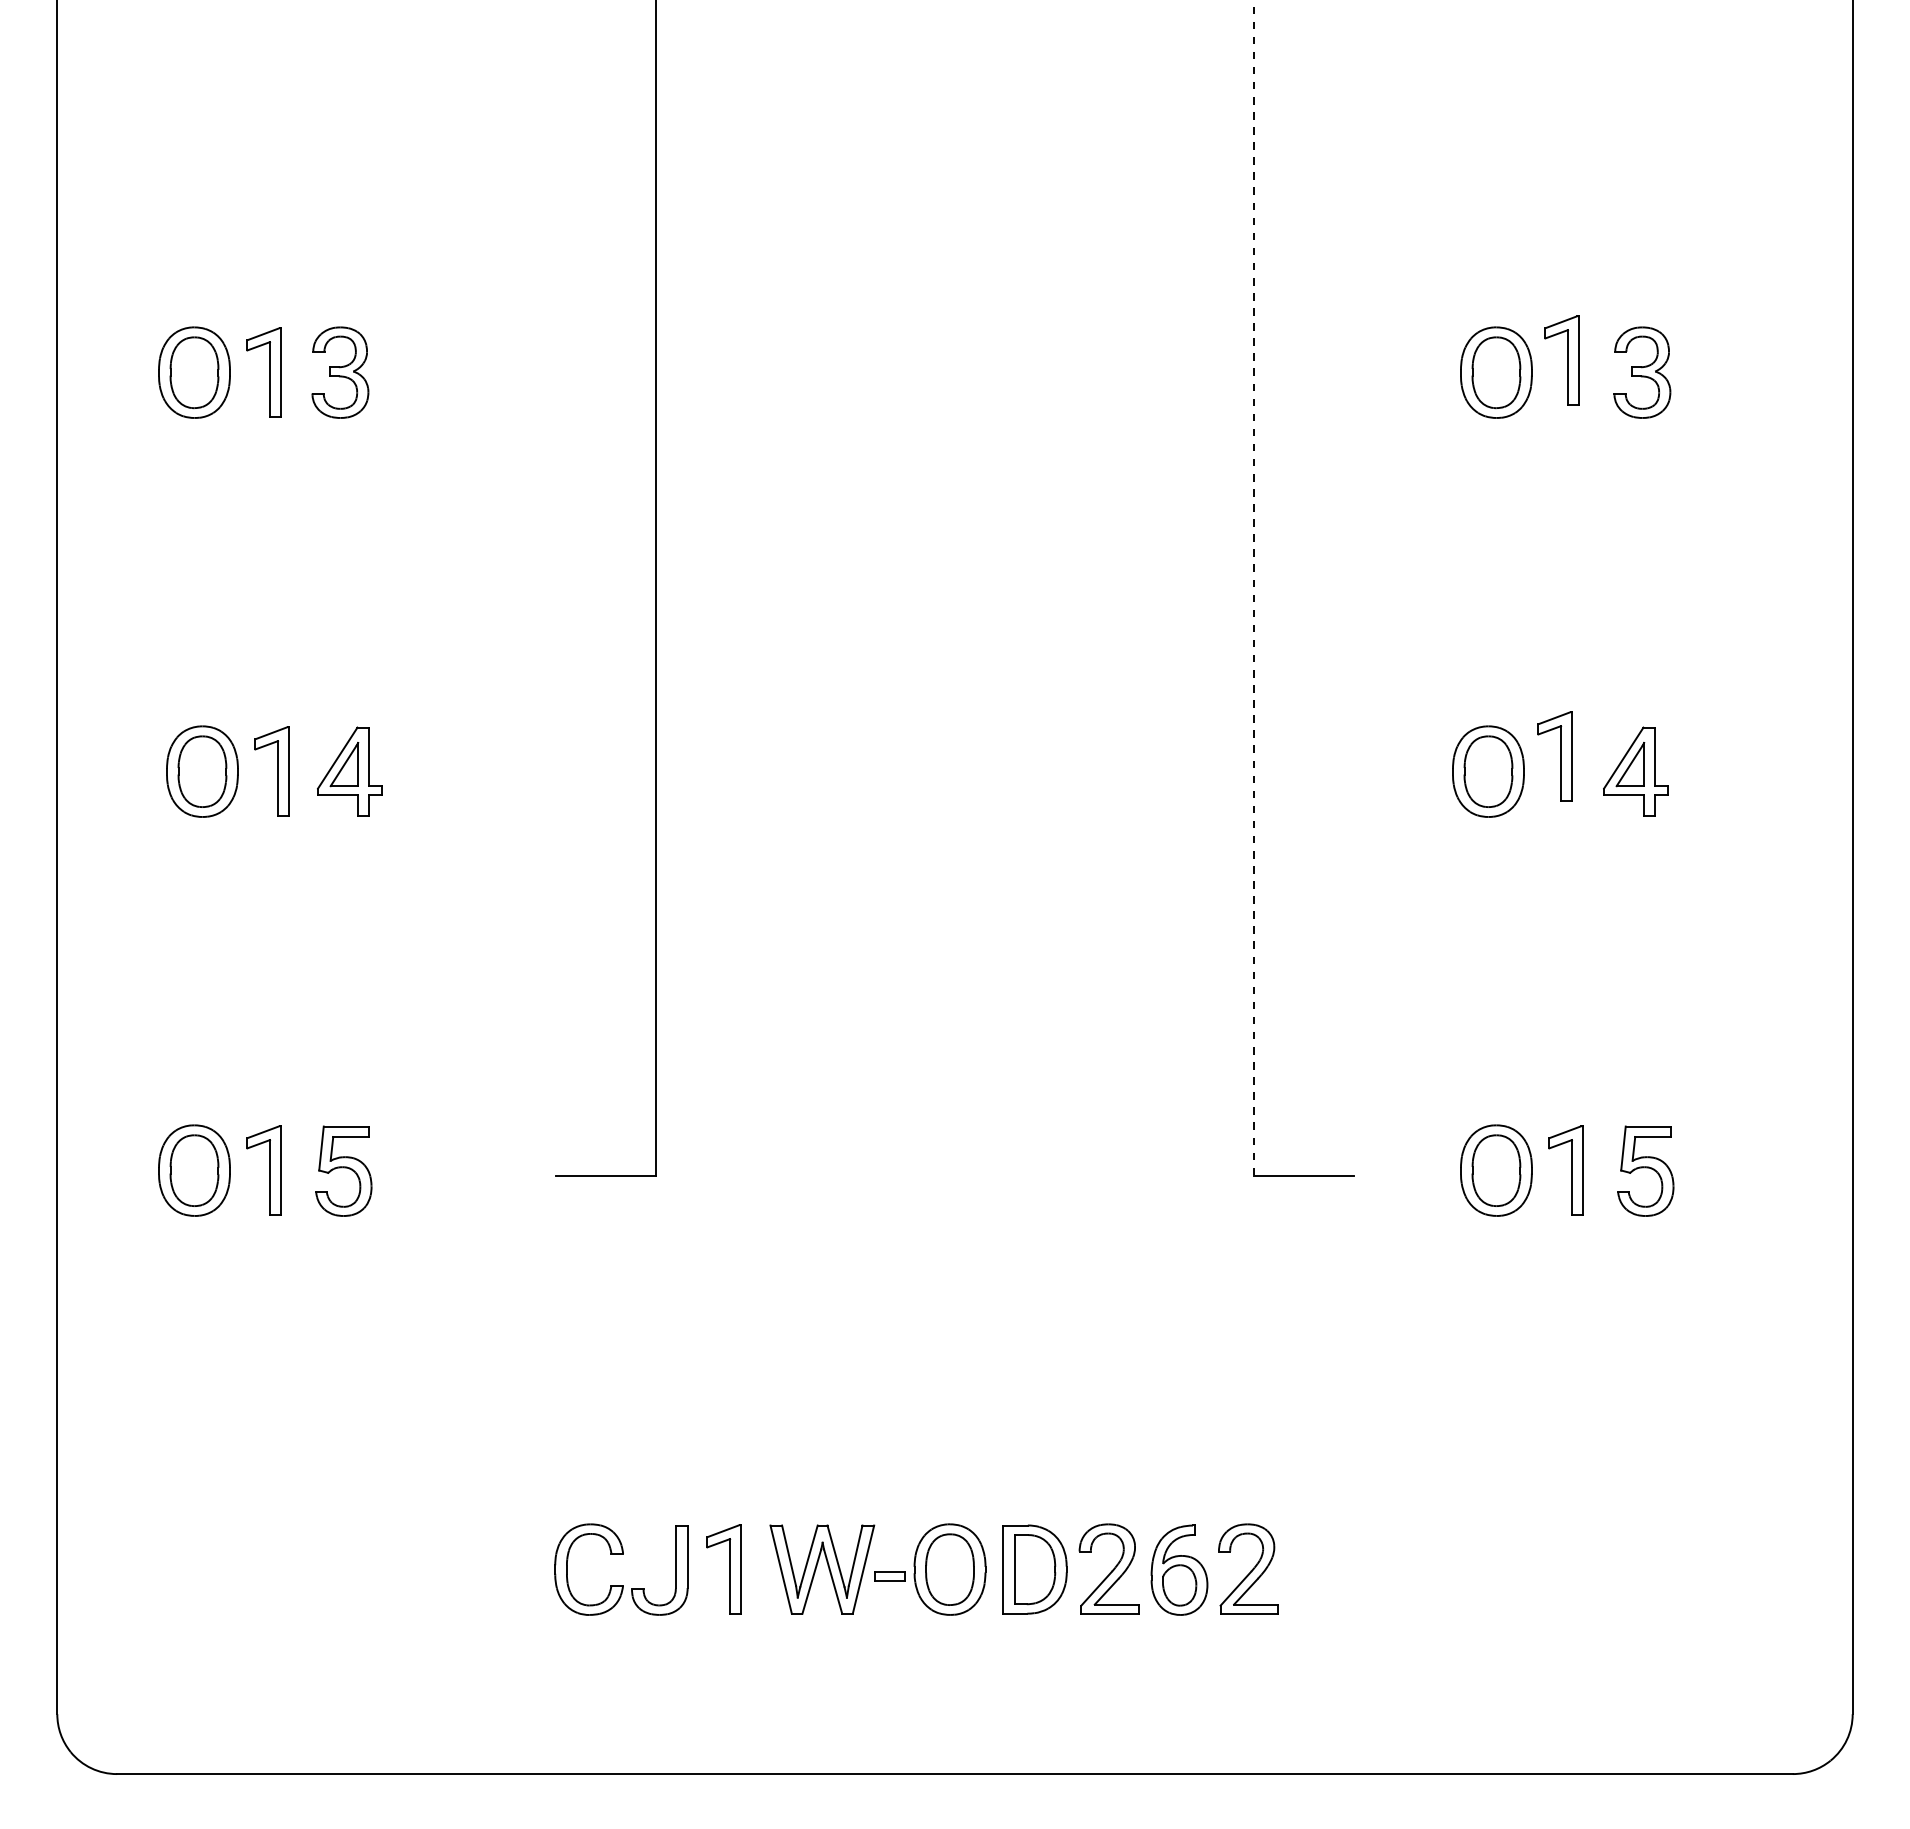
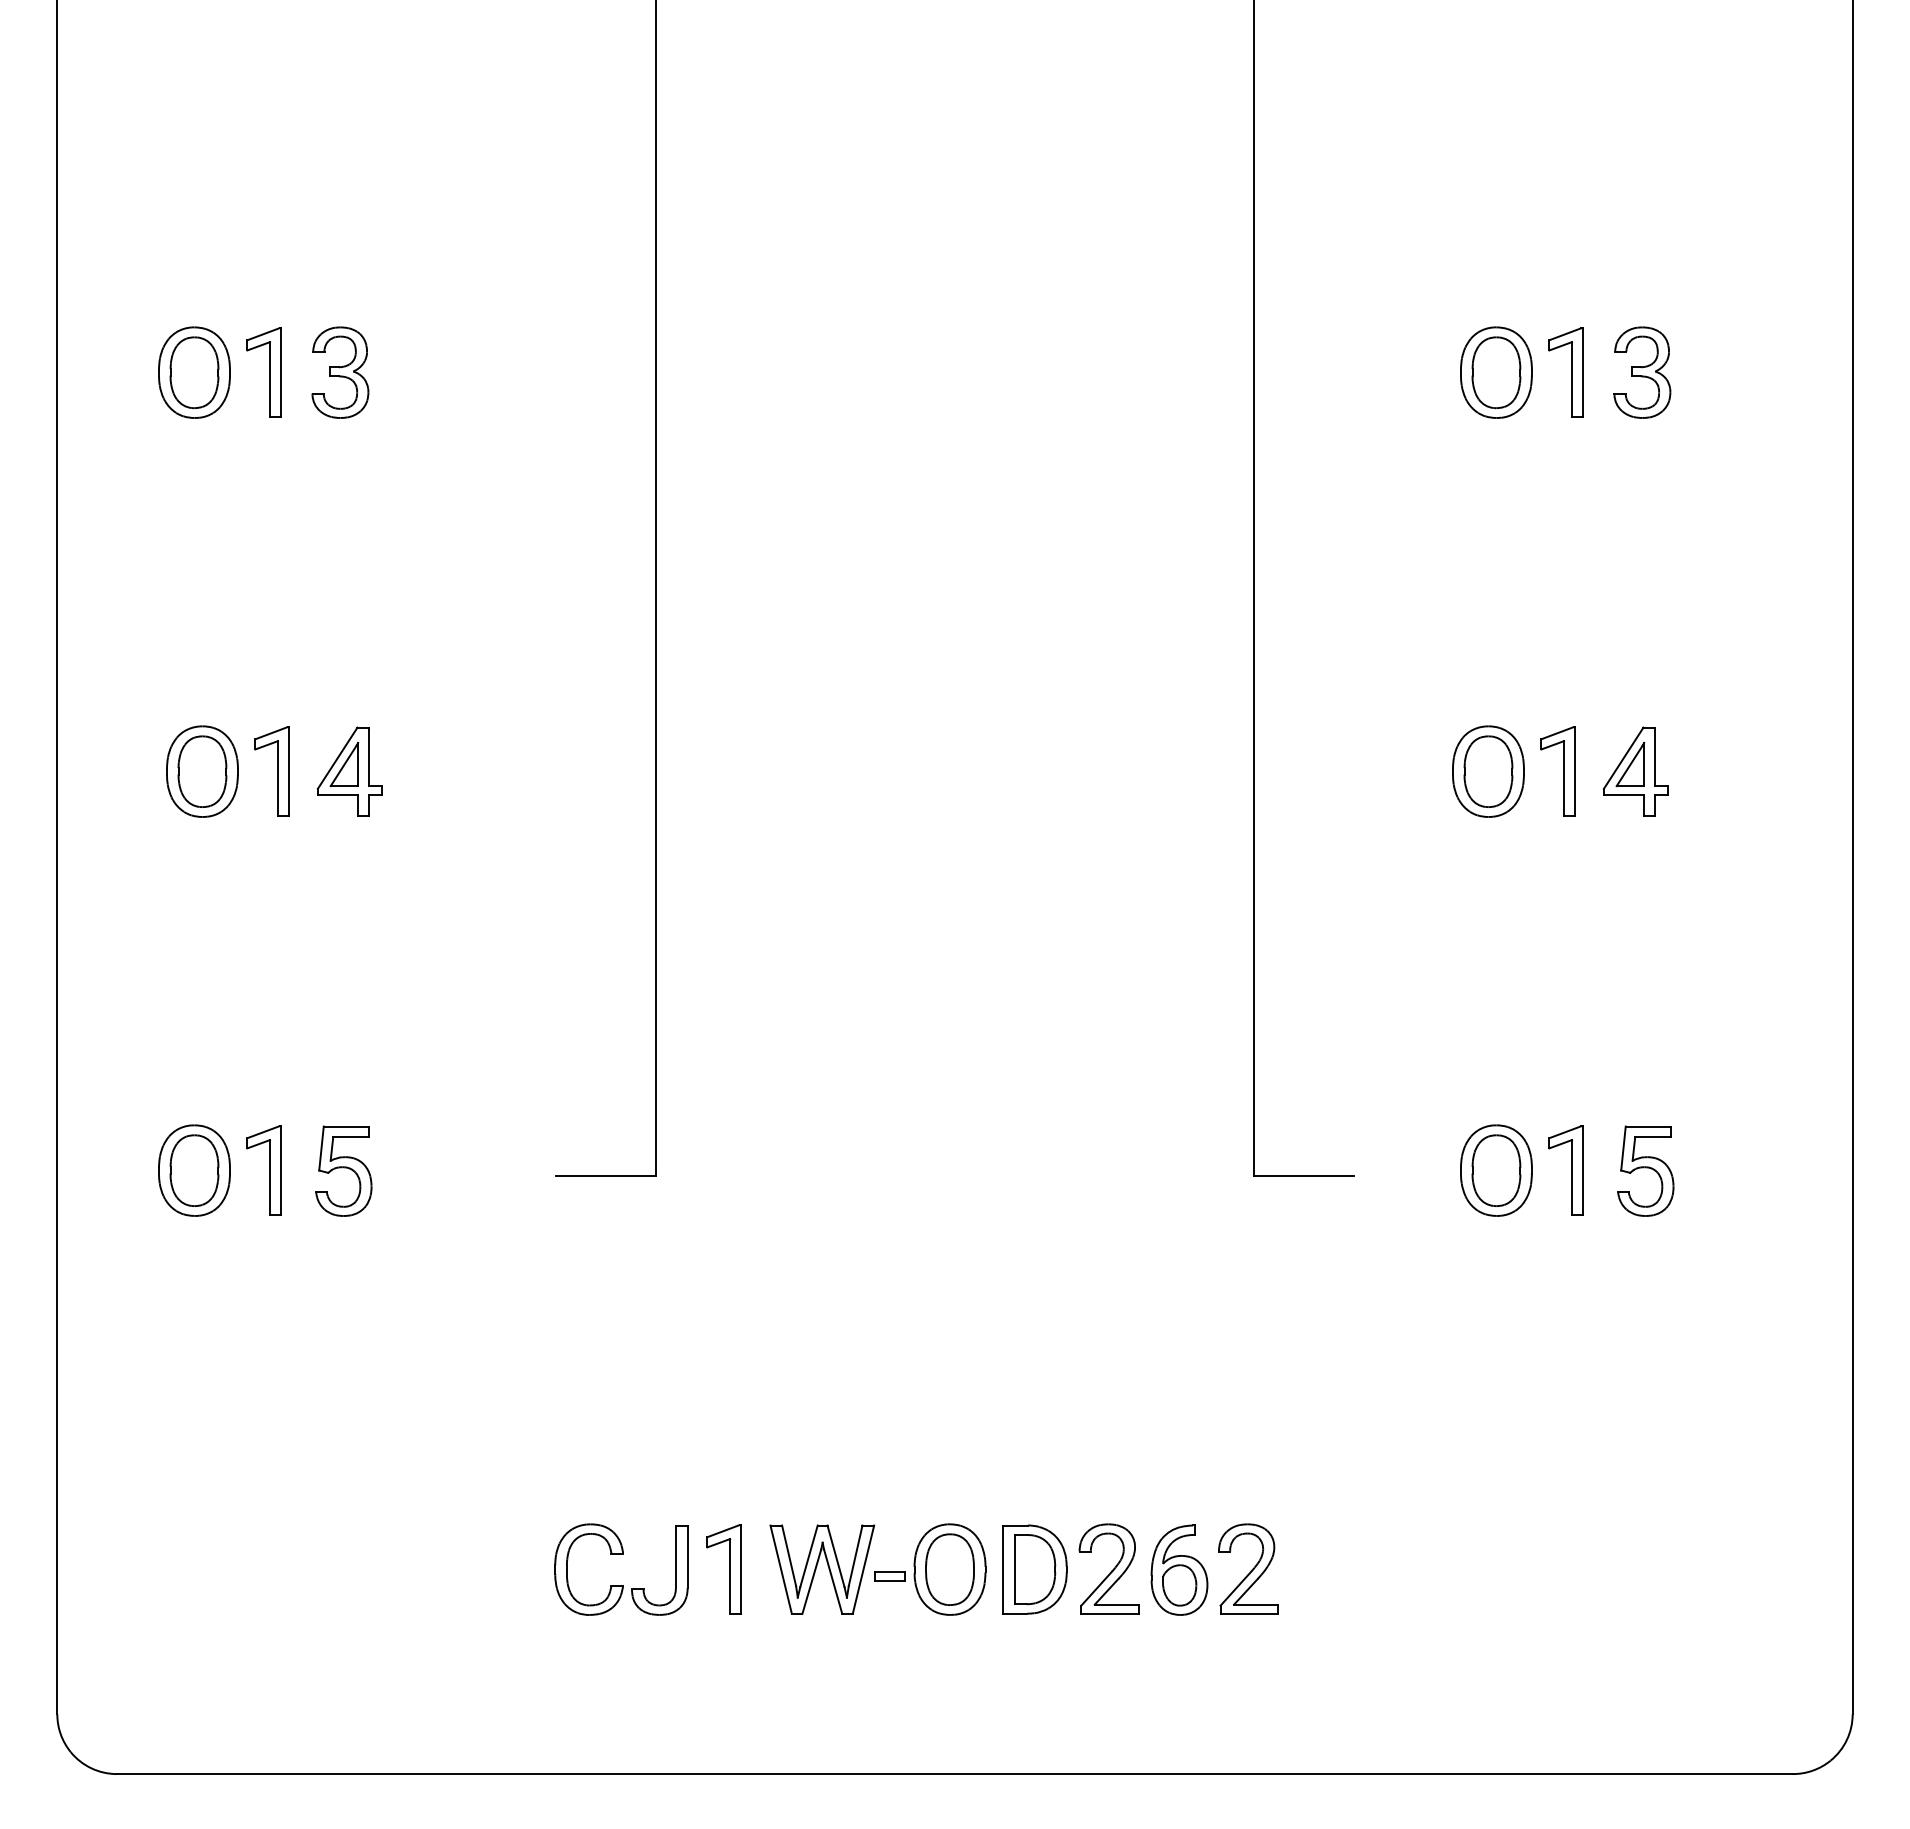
part at (1561, 360) position: (1561, 360) -> (1565, 372)
line at (1254, 588): dashed -> solid
part at (1554, 756) position: (1554, 756) -> (1557, 771)
